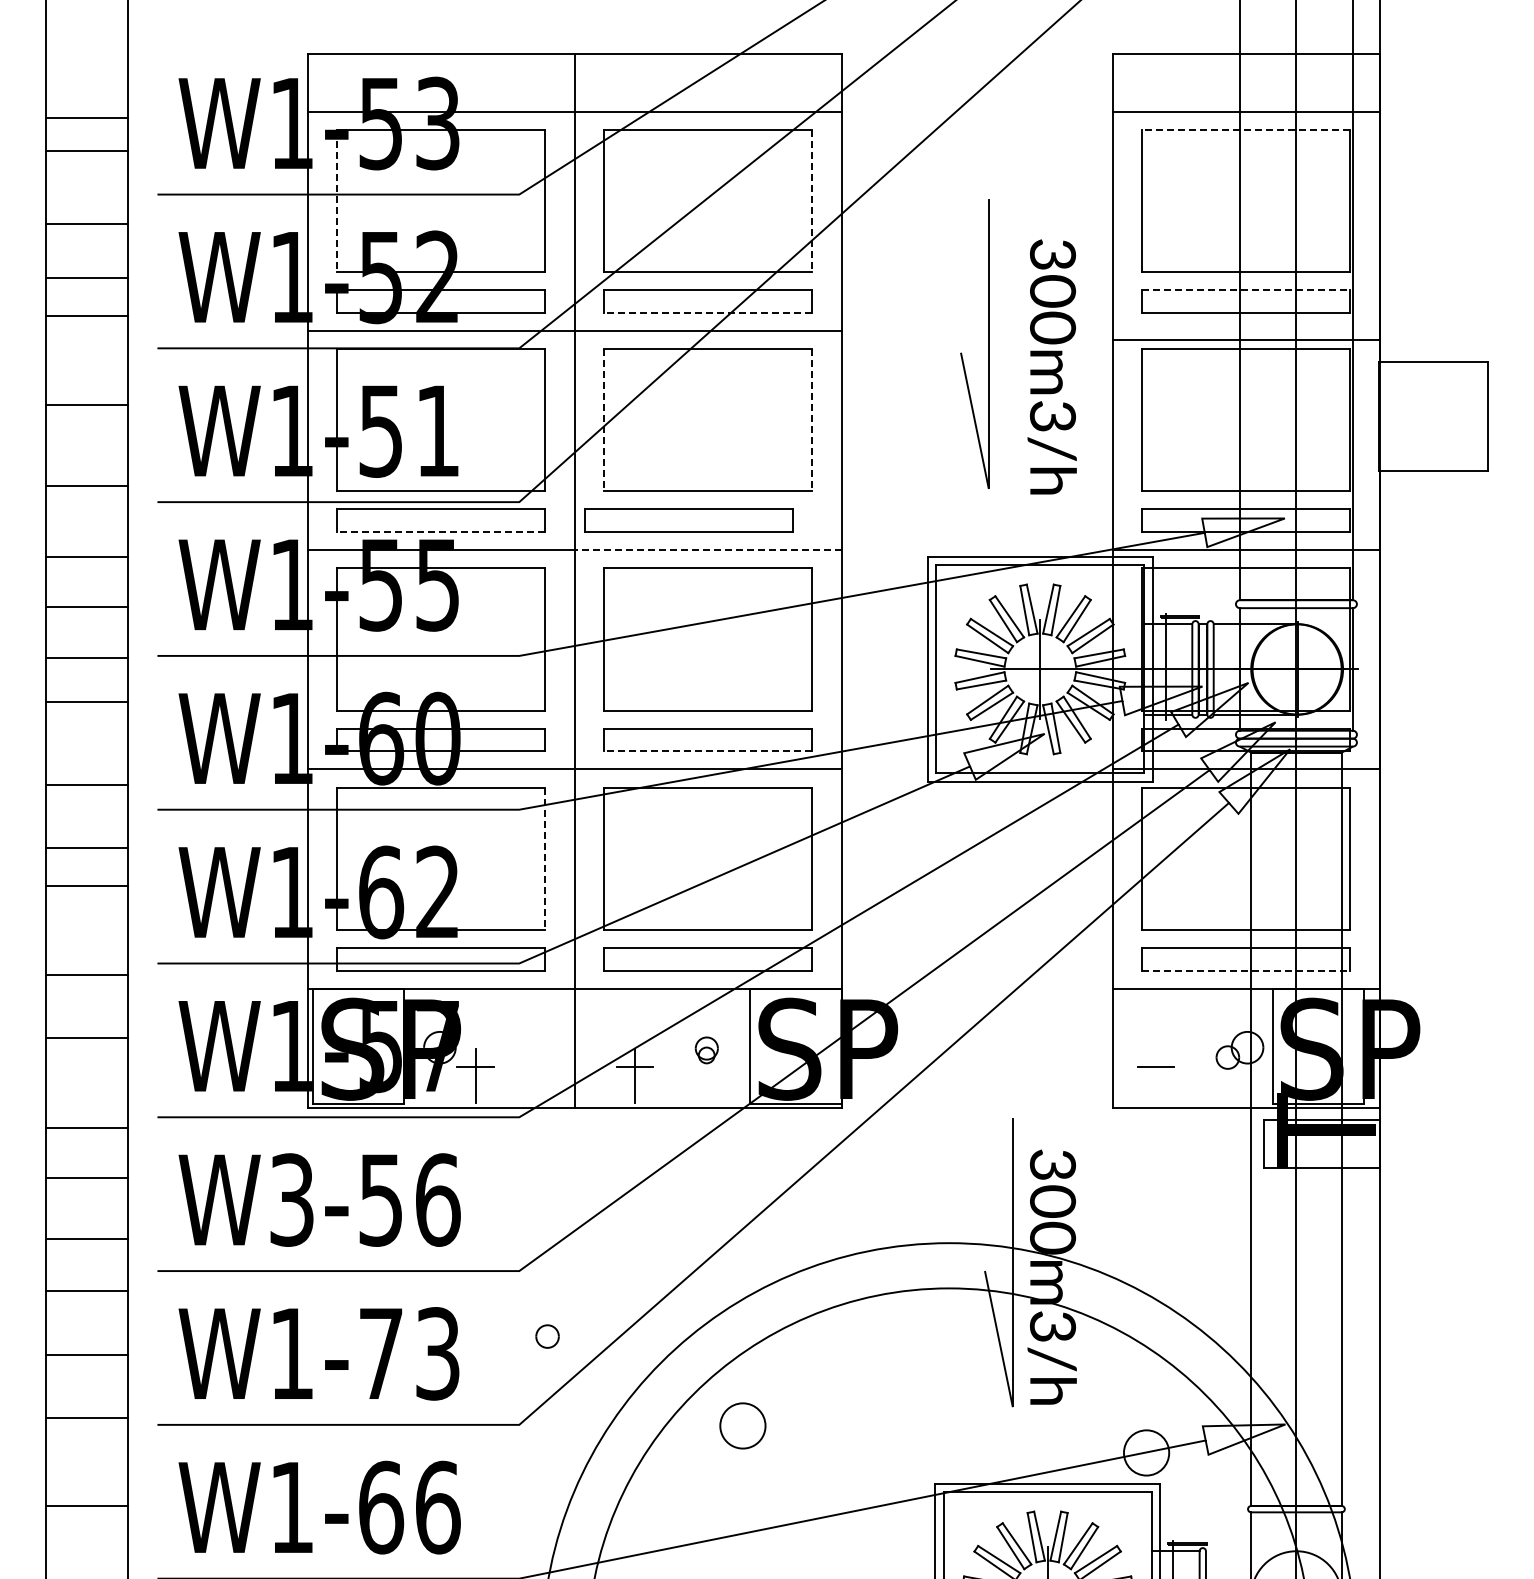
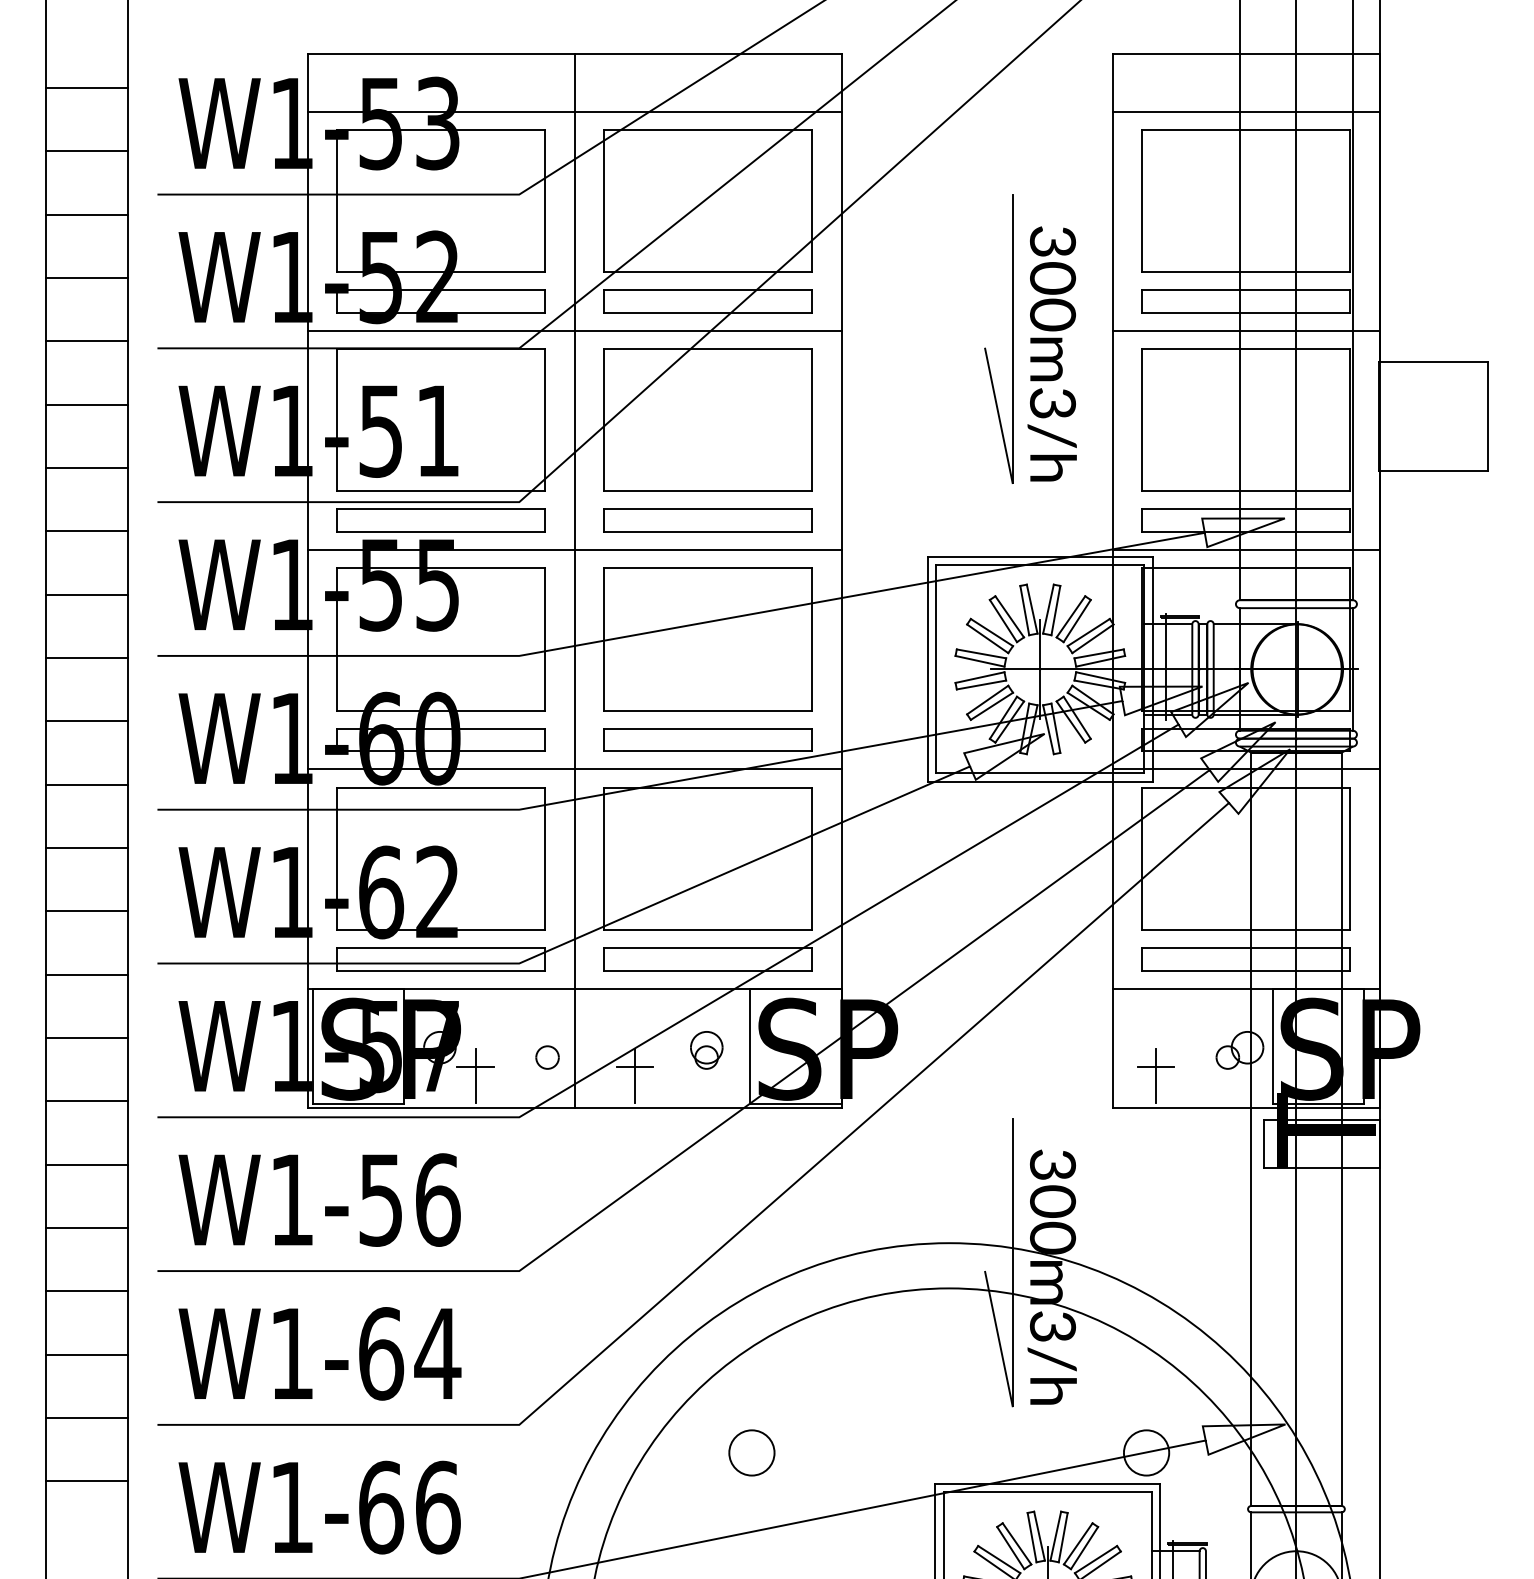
line at (86, 118) position: (86, 118) -> (86, 88)
line at (1245, 129): dashed -> solid
line at (337, 201): dashed -> solid
line at (812, 201): dashed -> solid
line at (86, 223) position: (86, 223) -> (86, 214)
line at (1246, 290): dashed -> solid
line at (707, 312): dashed -> solid
line at (86, 316) position: (86, 316) -> (86, 341)
line at (1245, 339) position: (1245, 339) -> (1245, 330)
part at (988, 343) position: (988, 343) -> (1012, 338)
text at (1051, 366) position: (1051, 366) -> (1051, 353)
line at (604, 420): dashed -> solid
line at (812, 420): dashed -> solid
line at (86, 486) position: (86, 486) -> (86, 468)
part at (688, 520) position: (688, 520) -> (707, 520)
line at (440, 532): dashed -> solid
line at (707, 550): dashed -> solid
line at (86, 557) position: (86, 557) -> (86, 531)
line at (86, 606) position: (86, 606) -> (86, 594)
line at (86, 702) position: (86, 702) -> (86, 721)
line at (707, 751): dashed -> solid
line at (545, 859): dashed -> solid
line at (86, 886) position: (86, 886) -> (86, 911)
line at (1246, 970): dashed -> solid
part at (706, 1050) size: 25x29 px -> 34x39 px
line at (1155, 1075): none -> present
line at (86, 1128) position: (86, 1128) -> (86, 1101)
line at (86, 1177) position: (86, 1177) -> (86, 1164)
text at (291, 1199): W3-56 -> W1-56
line at (86, 1238) position: (86, 1238) -> (86, 1227)
part at (547, 1336) position: (547, 1336) -> (547, 1057)
text at (410, 1353): W1-73 -> W1-64
part at (742, 1425) position: (742, 1425) -> (751, 1452)
line at (86, 1506) position: (86, 1506) -> (86, 1481)
